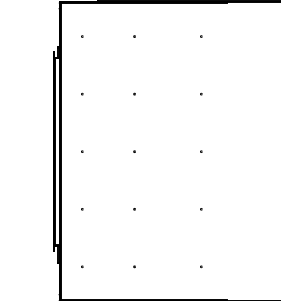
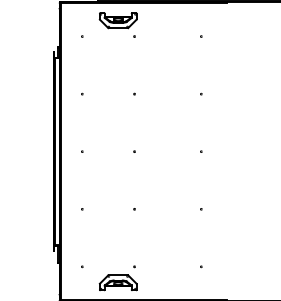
part at (117, 20): none -> present
part at (117, 282): none -> present
